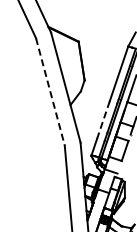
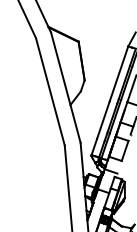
line at (50, 91): dashed -> solid
line at (103, 120): dashed -> solid
